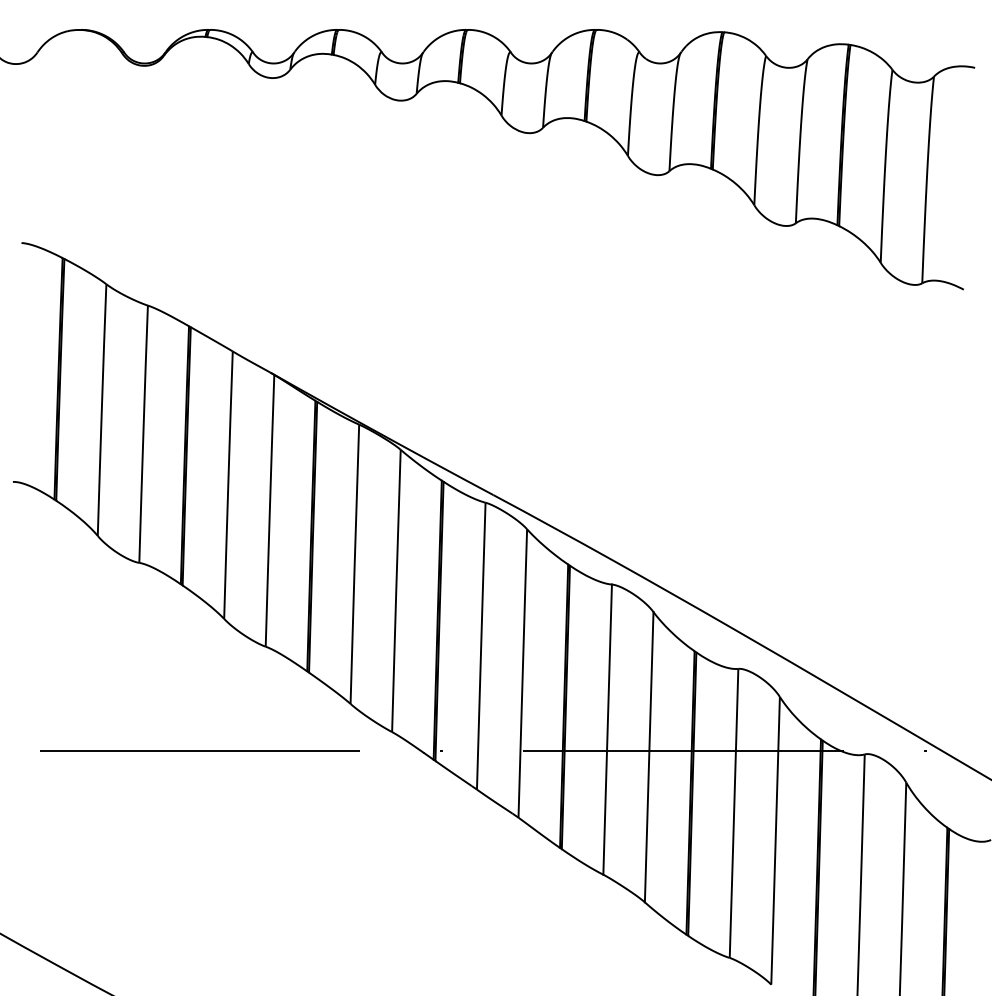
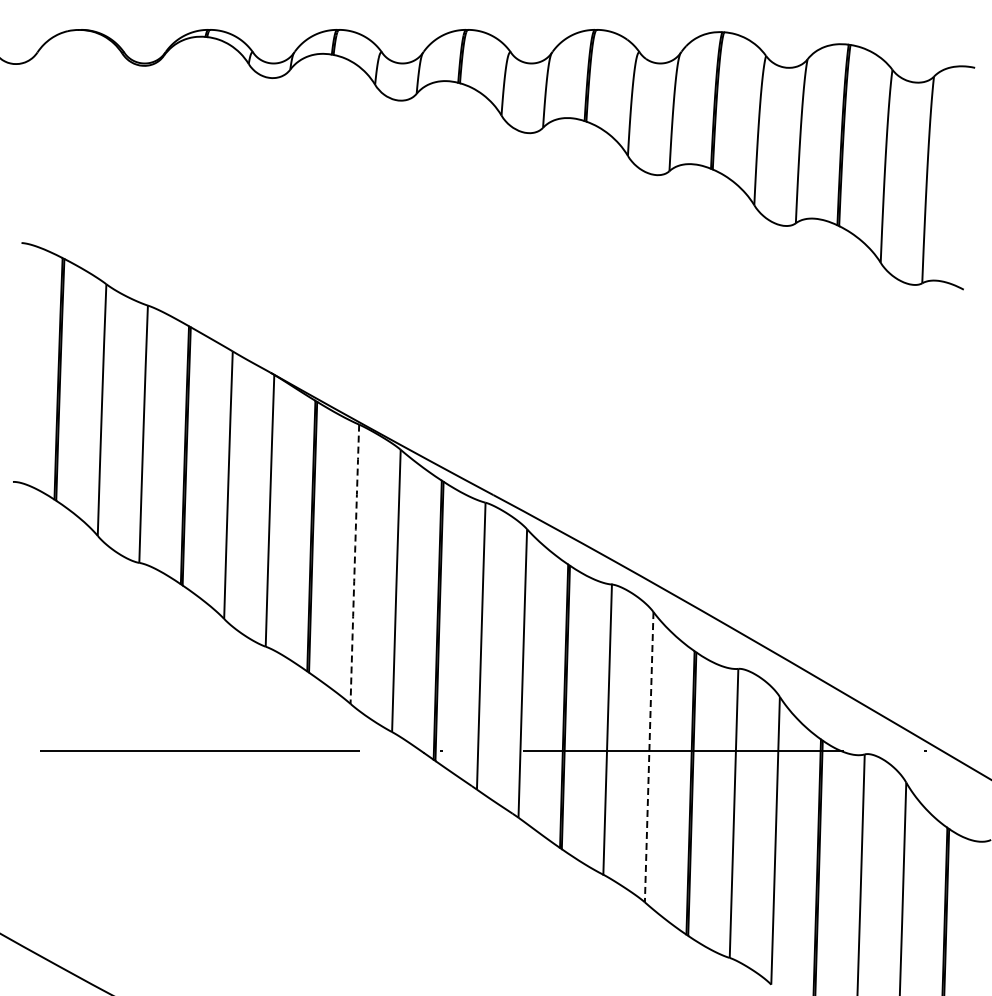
arc at (354, 564): solid -> dashed
line at (649, 757): solid -> dashed
